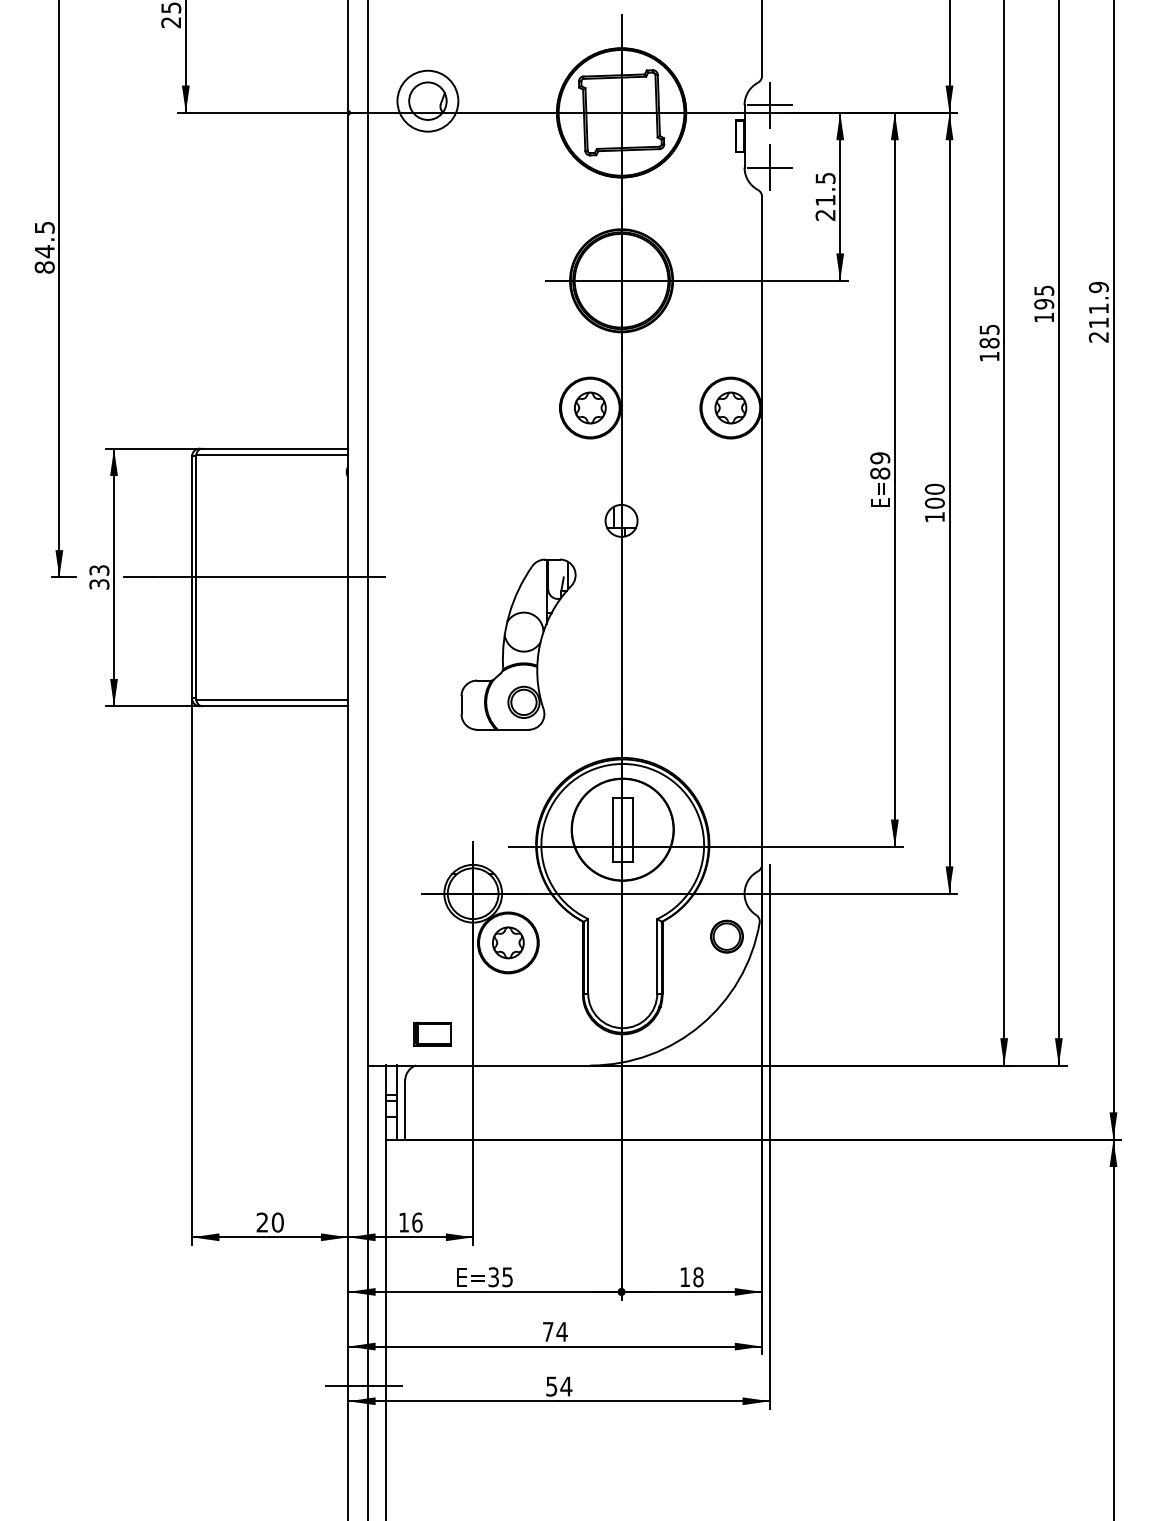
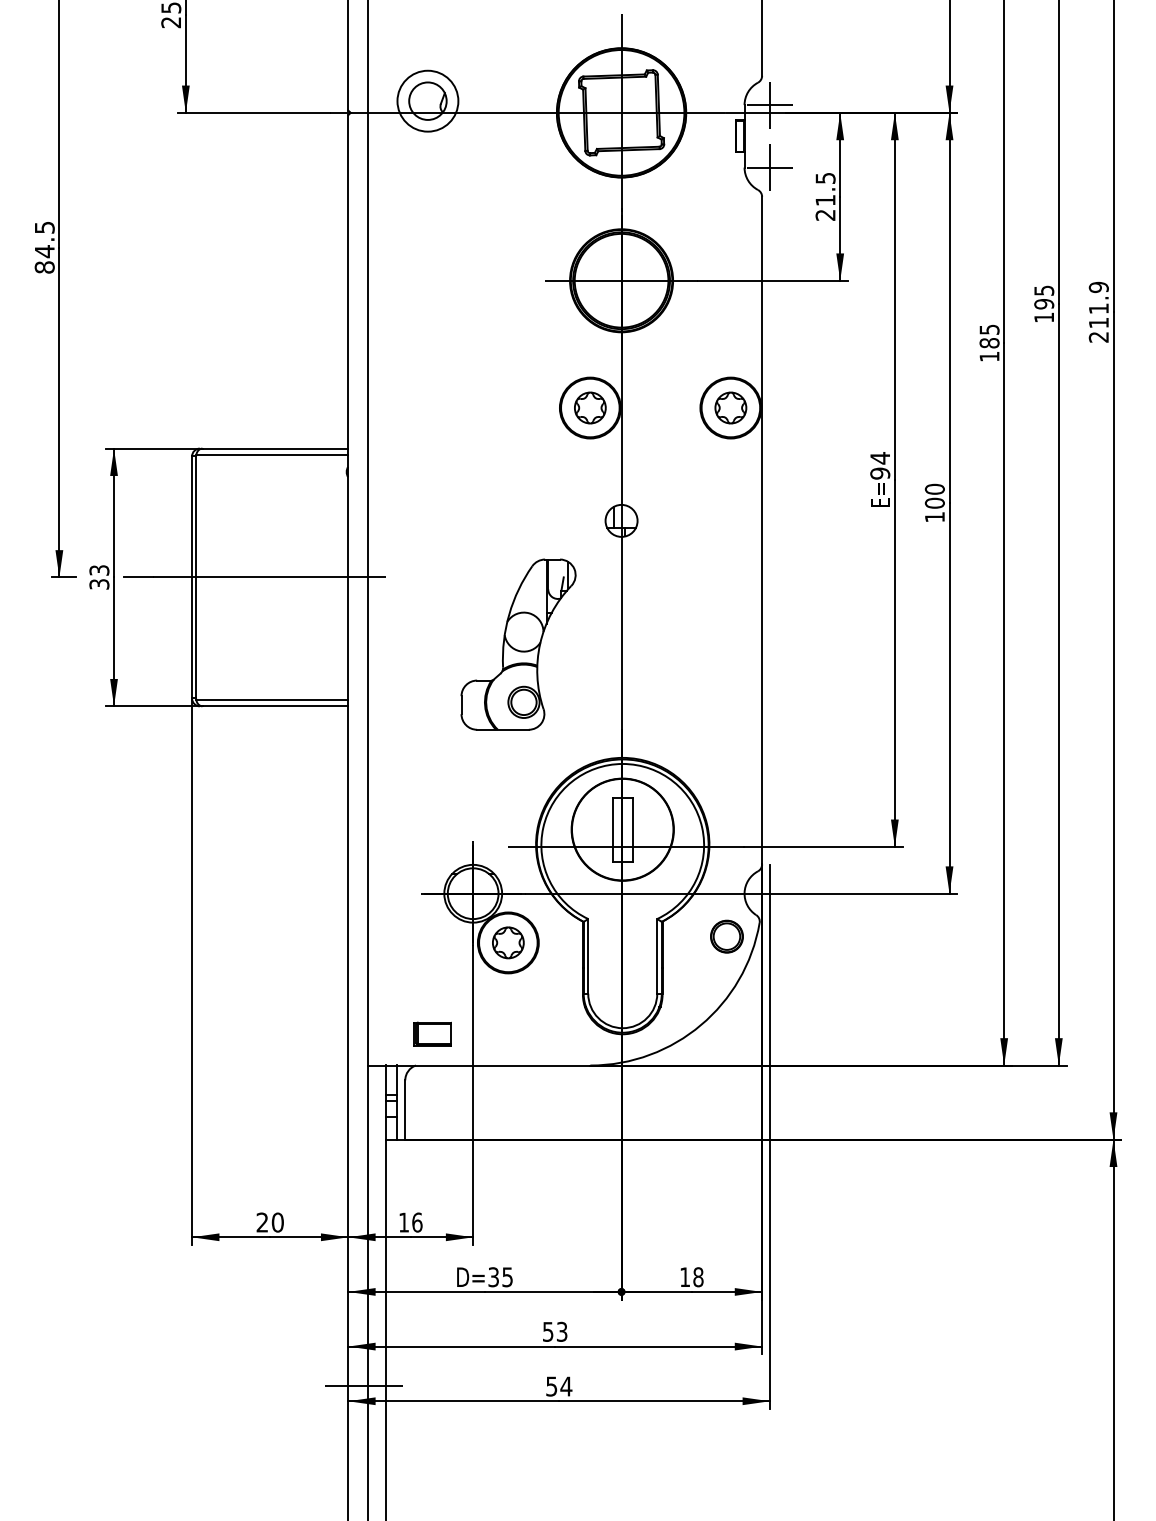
text at (880, 465): 89 -> 94
text at (470, 1276): E= -> D=
text at (555, 1331): 74 -> 53
